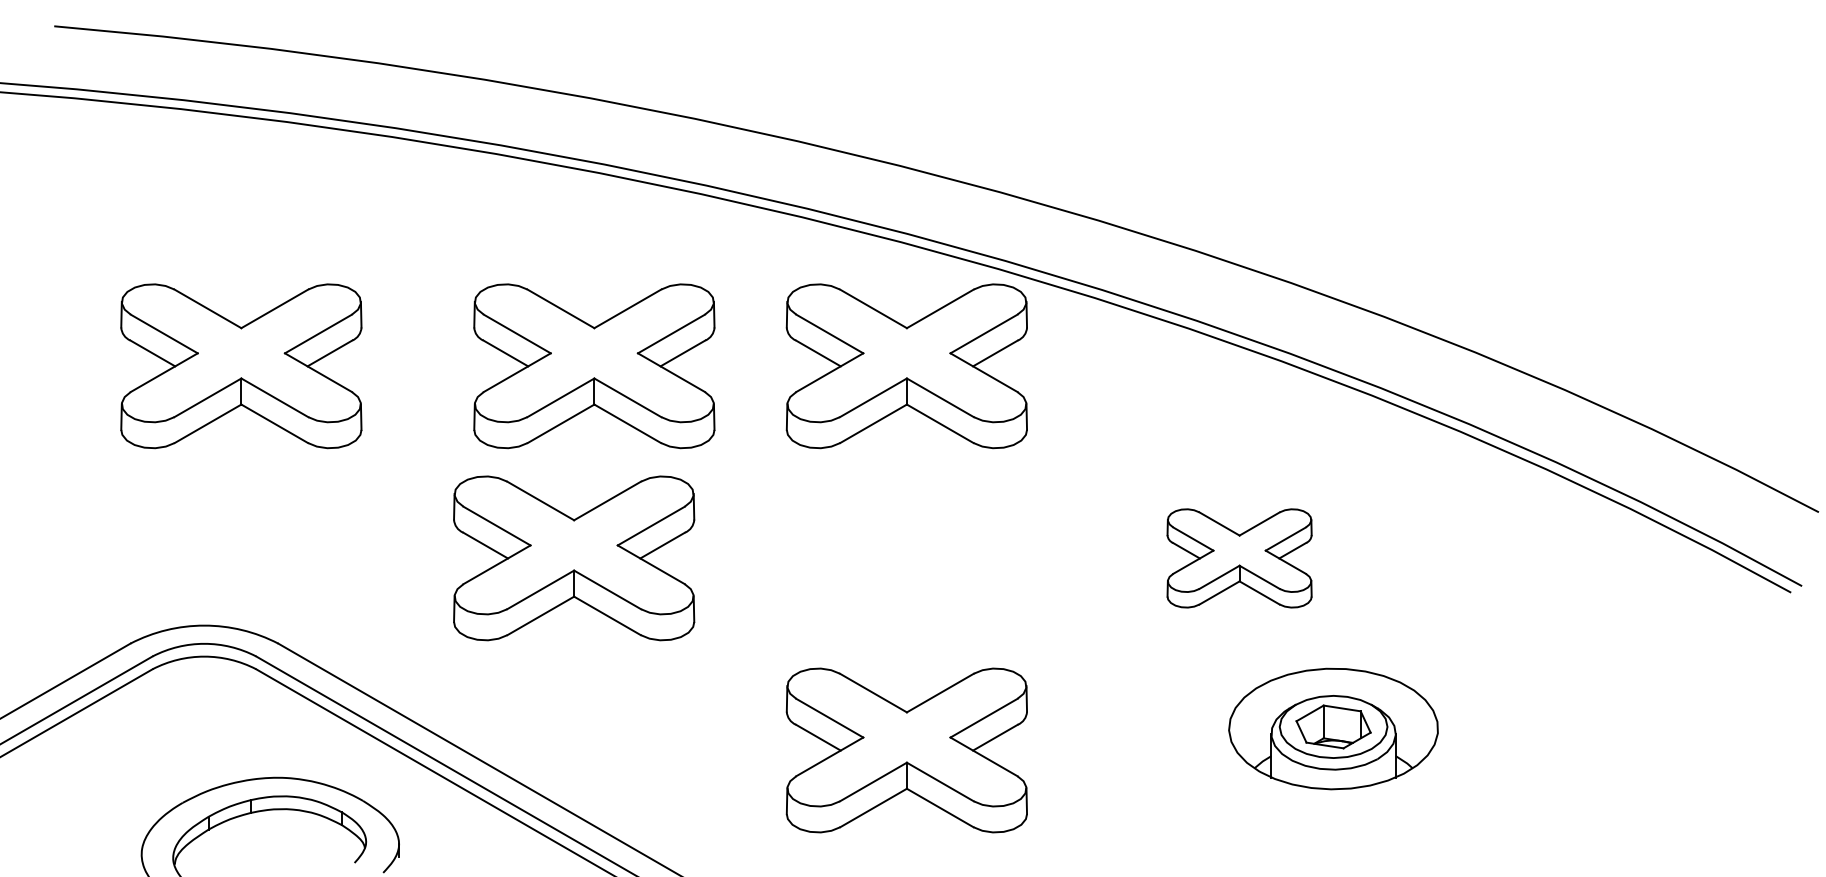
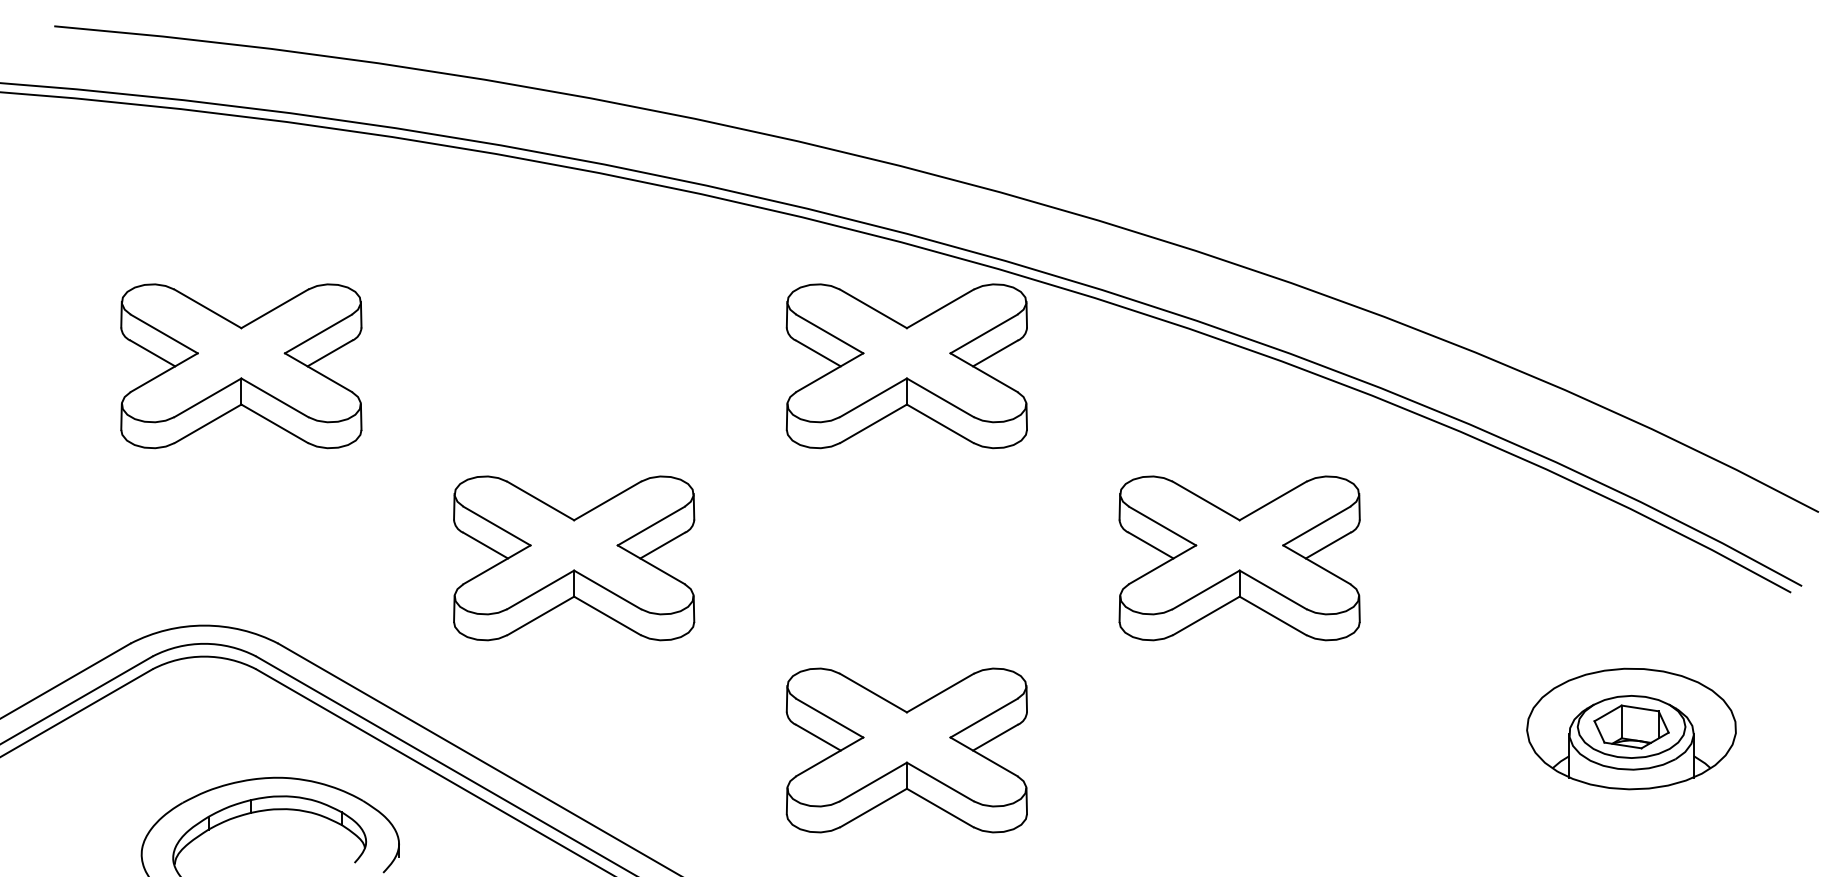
part at (594, 366): present -> none
part at (1239, 558) size: 147x101 px -> 243x167 px
part at (1333, 728) position: (1333, 728) -> (1631, 728)
